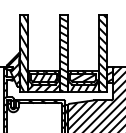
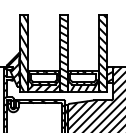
hatch at (43, 77): present -> none
hatch at (83, 77): present -> none
